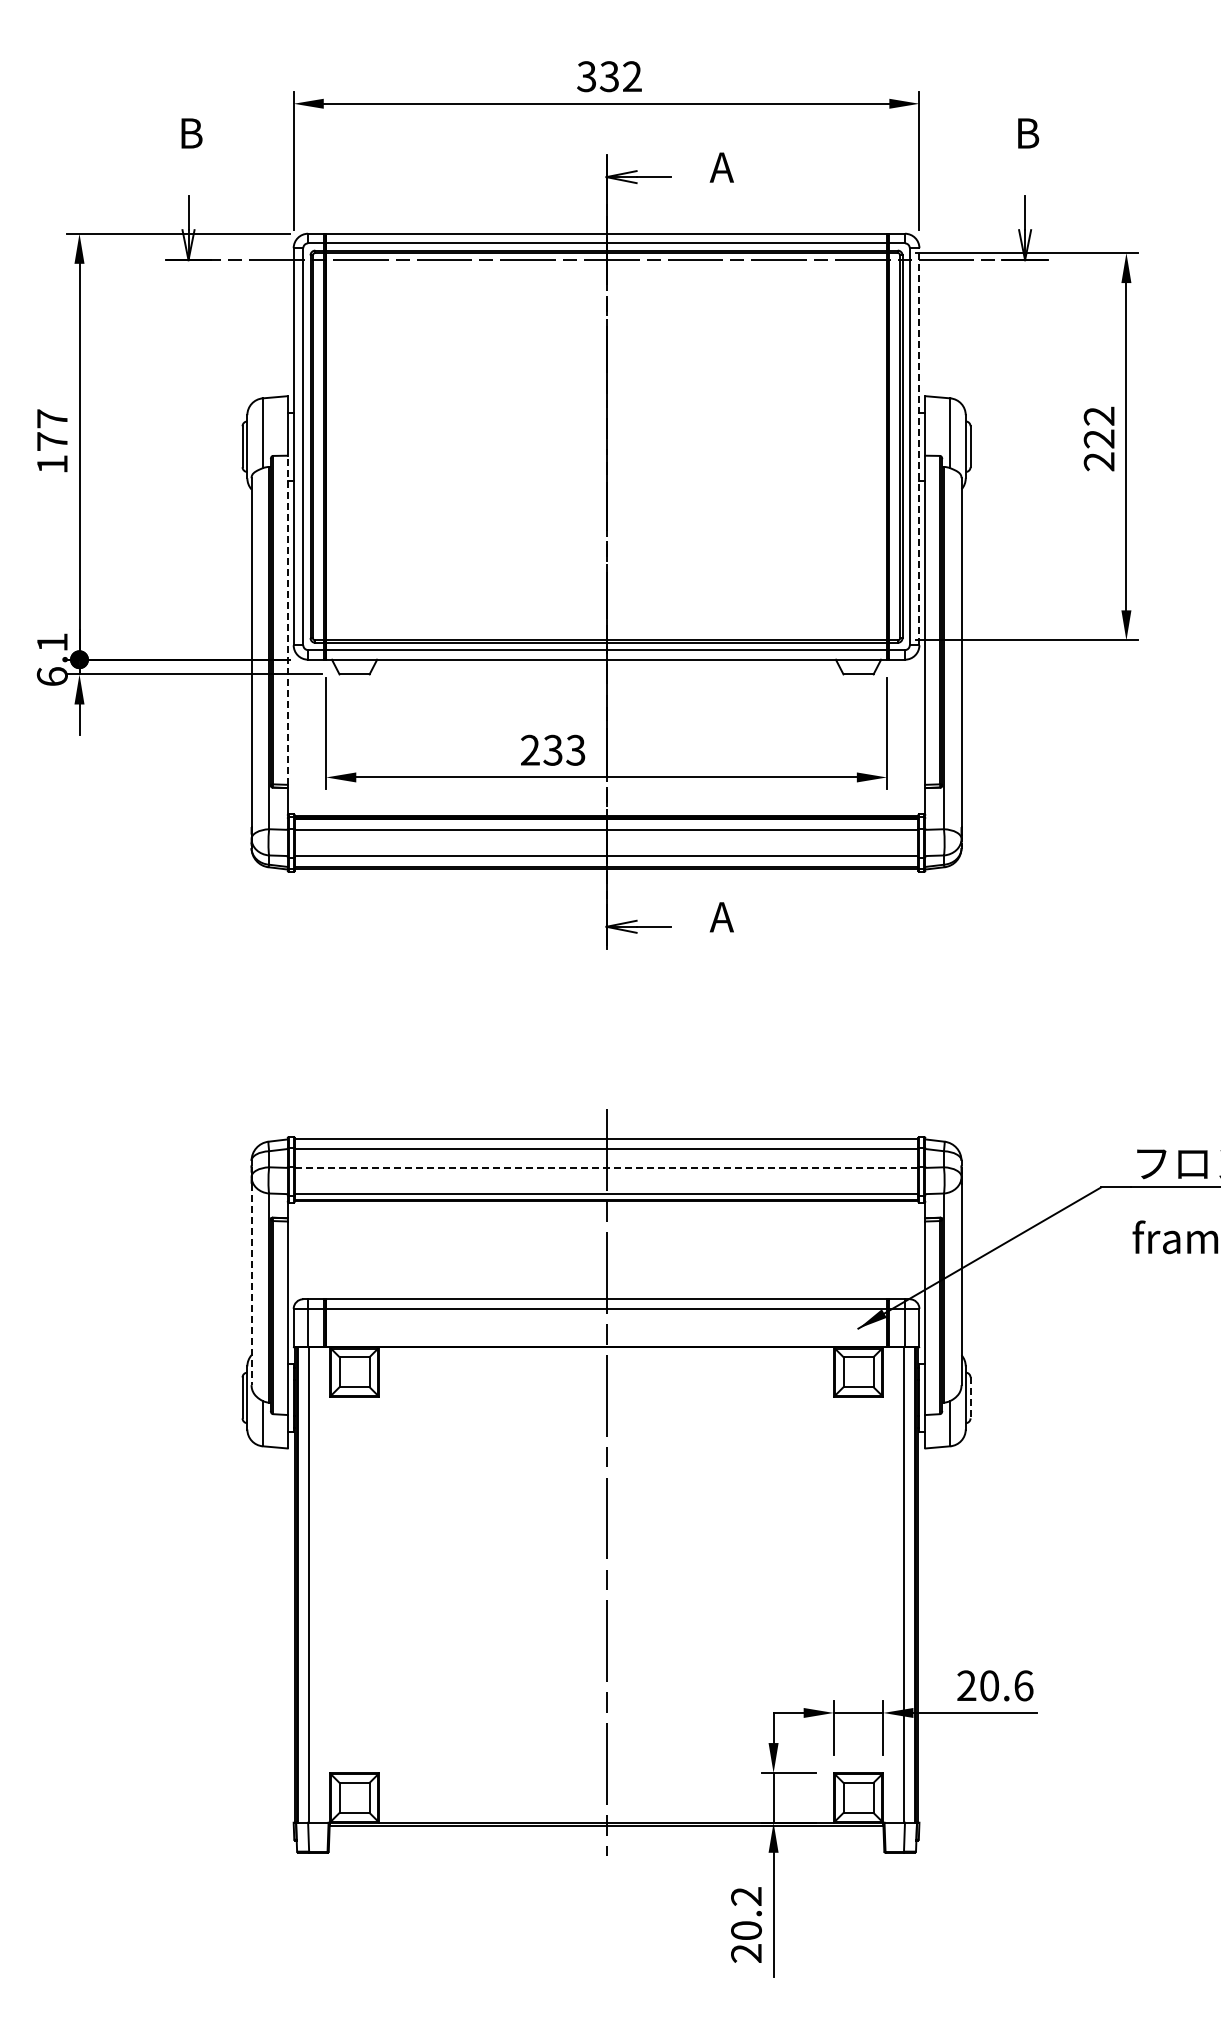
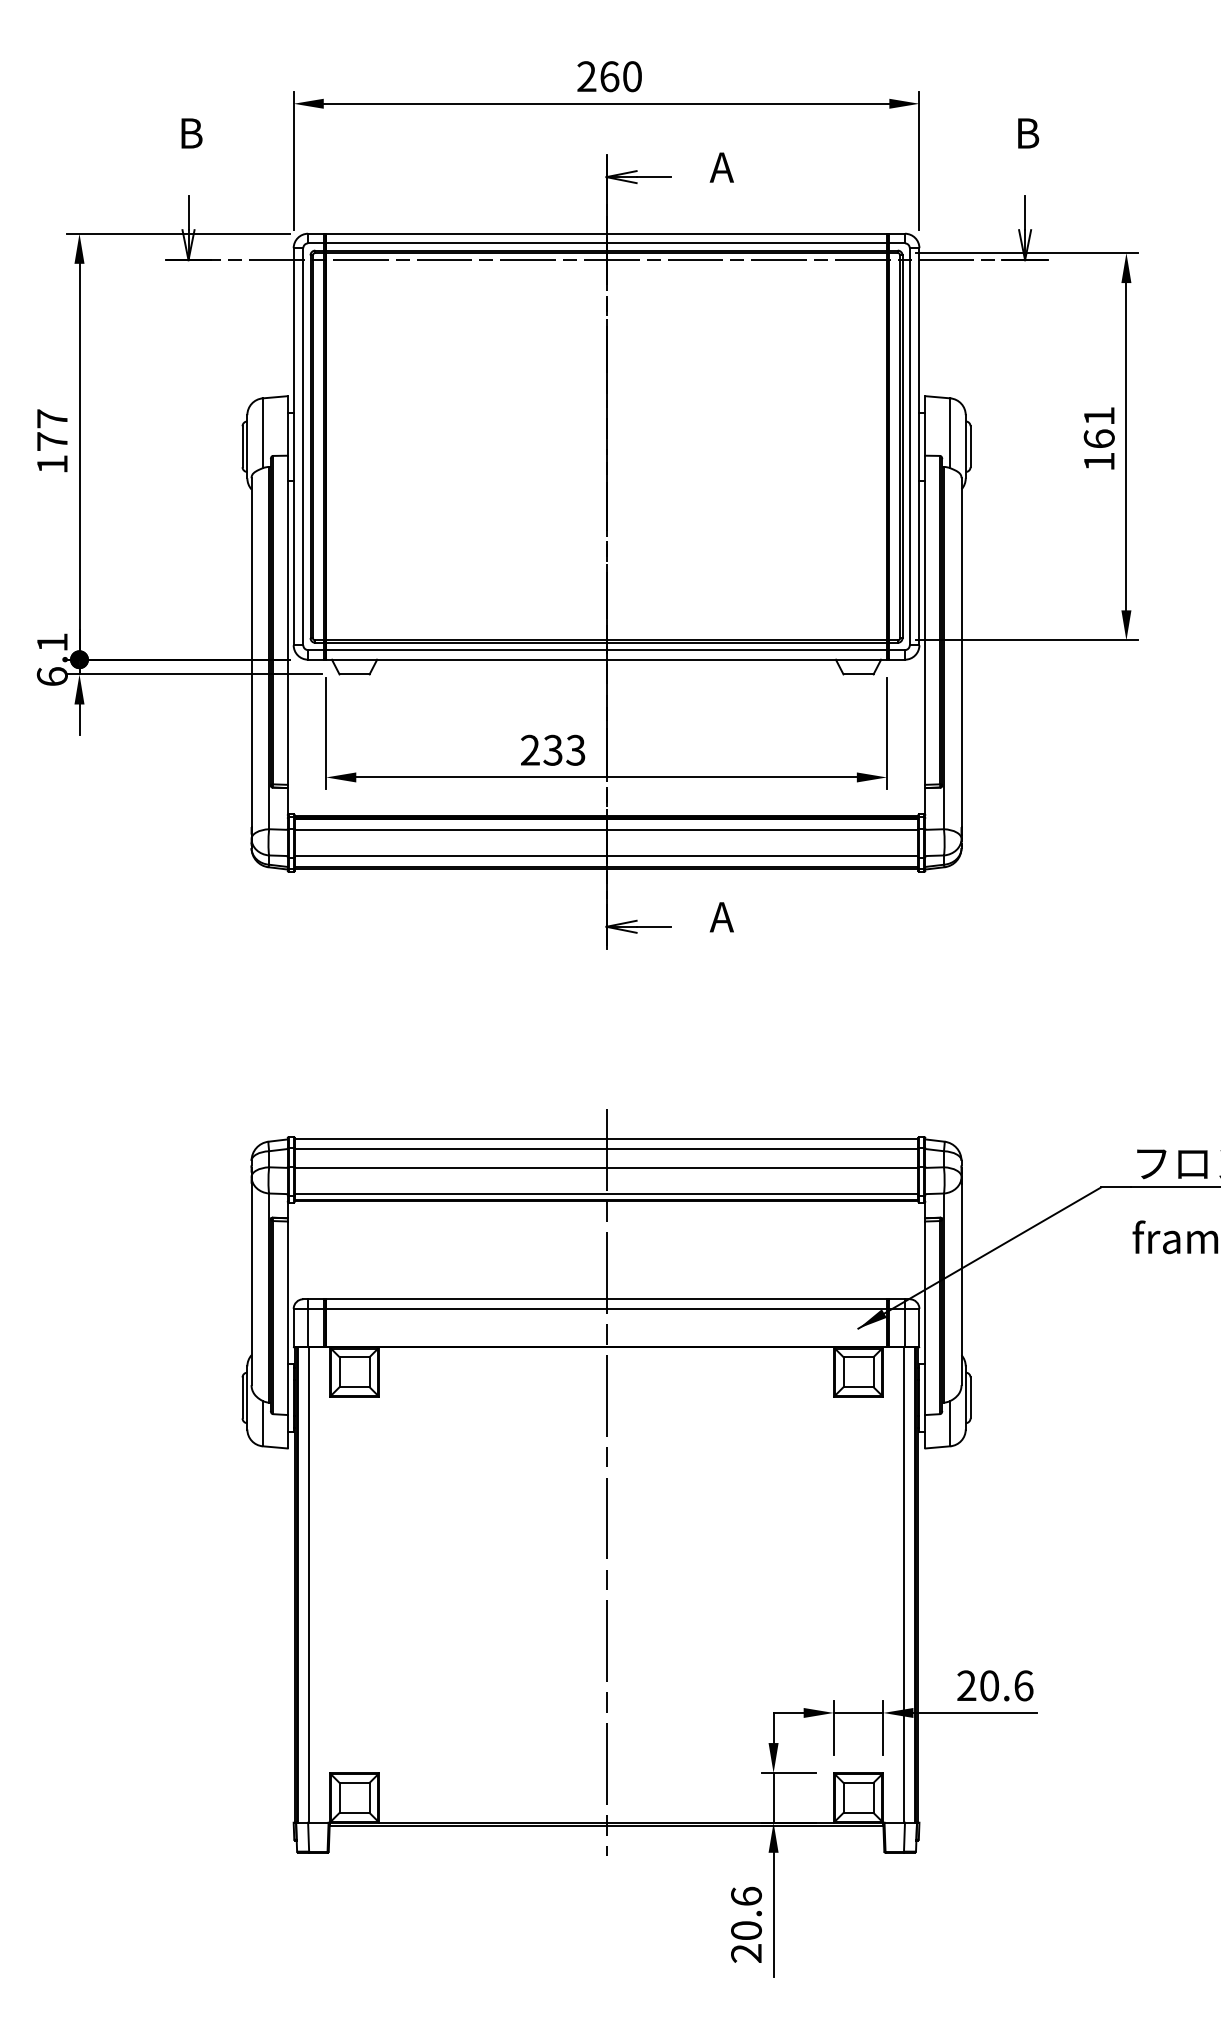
text at (609, 76): 332 -> 260
text at (1098, 438): 222 -> 161
line at (919, 446): dashed -> solid
line at (287, 620): dashed -> solid
line at (606, 1167): dashed -> solid
line at (251, 1284): dashed -> solid
line at (970, 1398): dashed -> solid
text at (746, 1895): 20.2 -> 20.6
